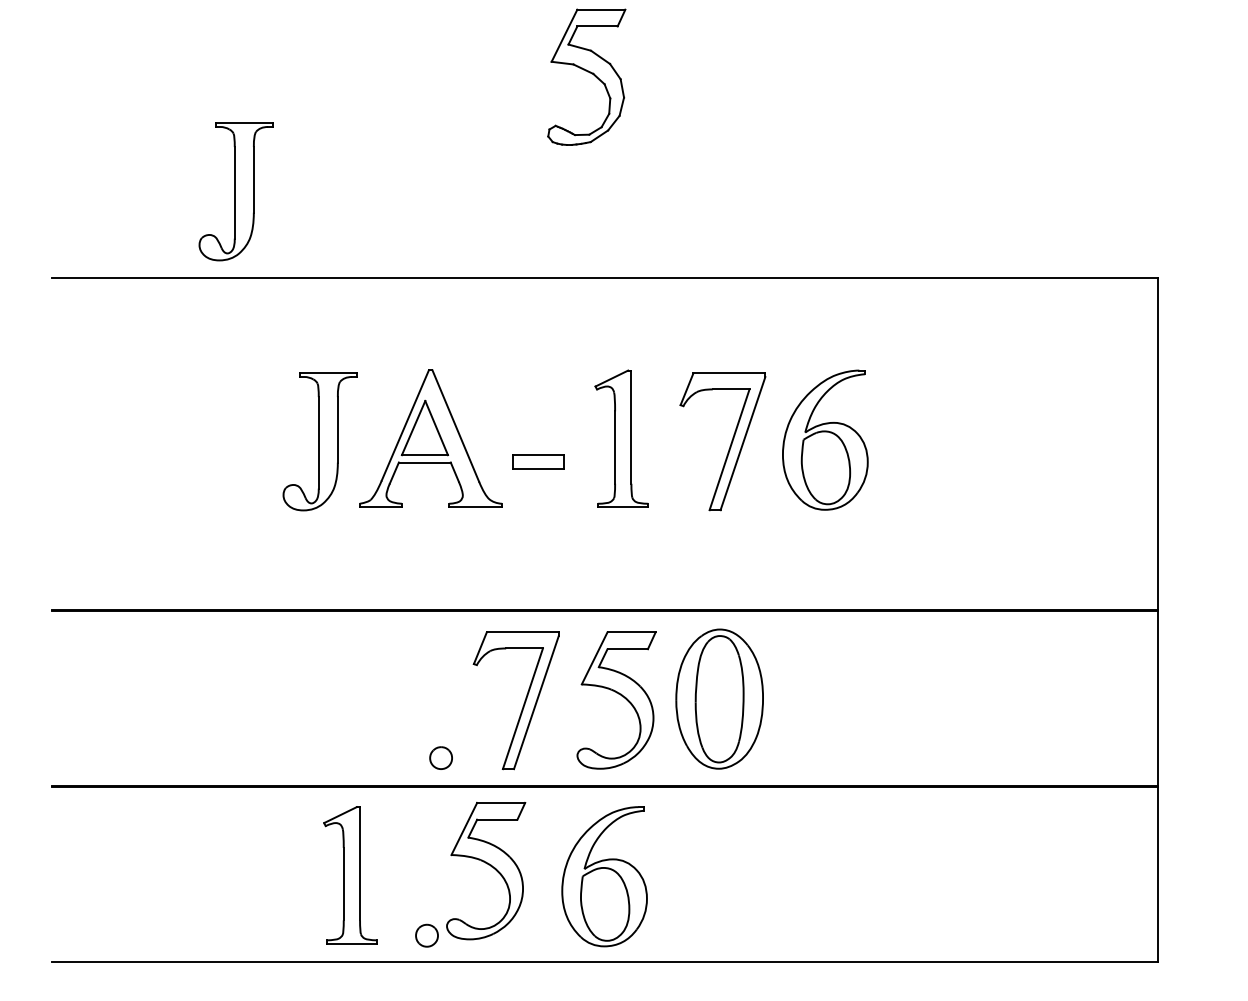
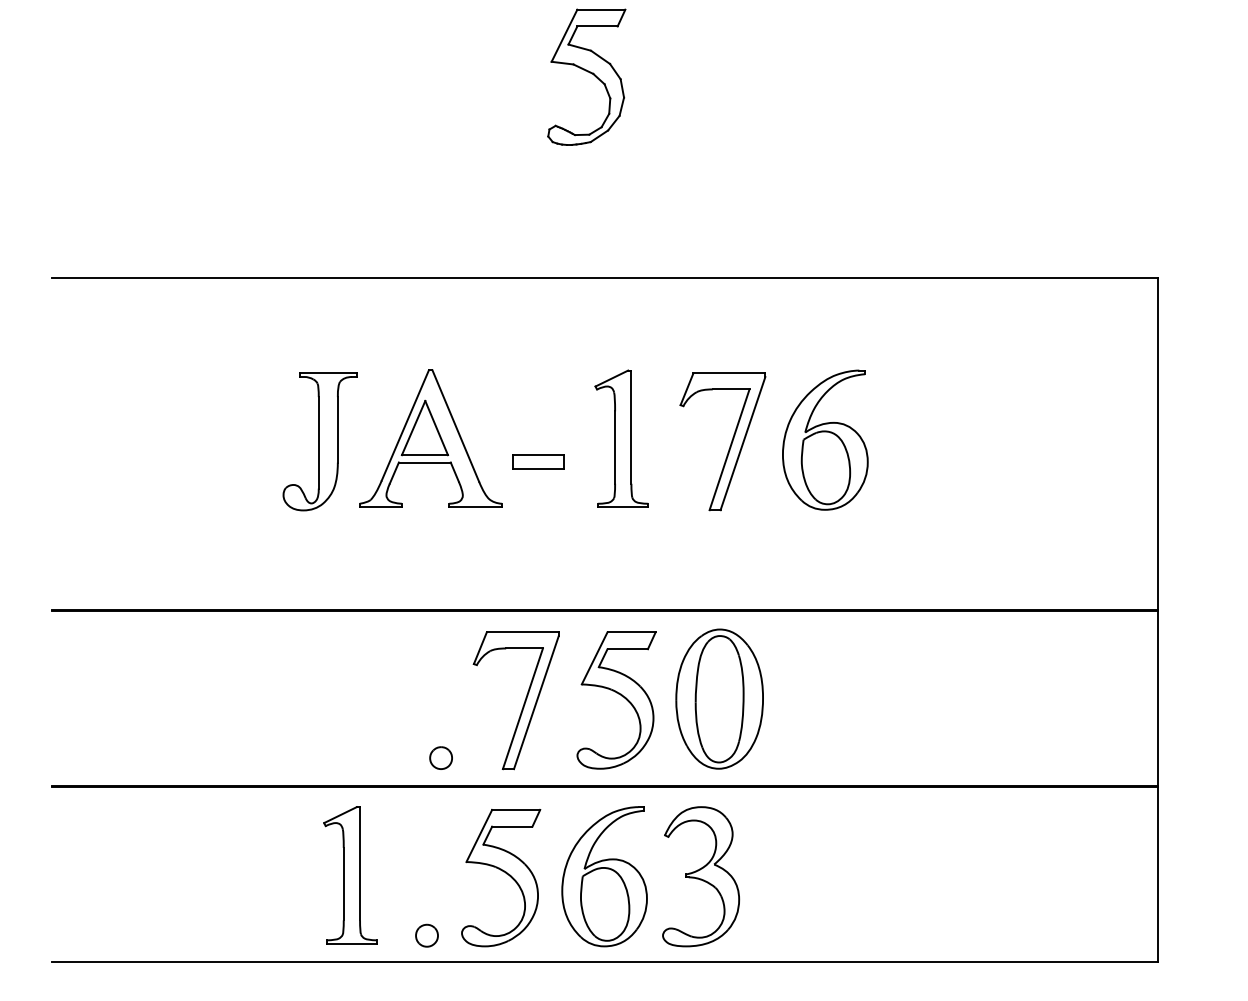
part at (235, 191): present -> none
part at (488, 865) position: (488, 865) -> (503, 872)
part at (701, 876): none -> present
